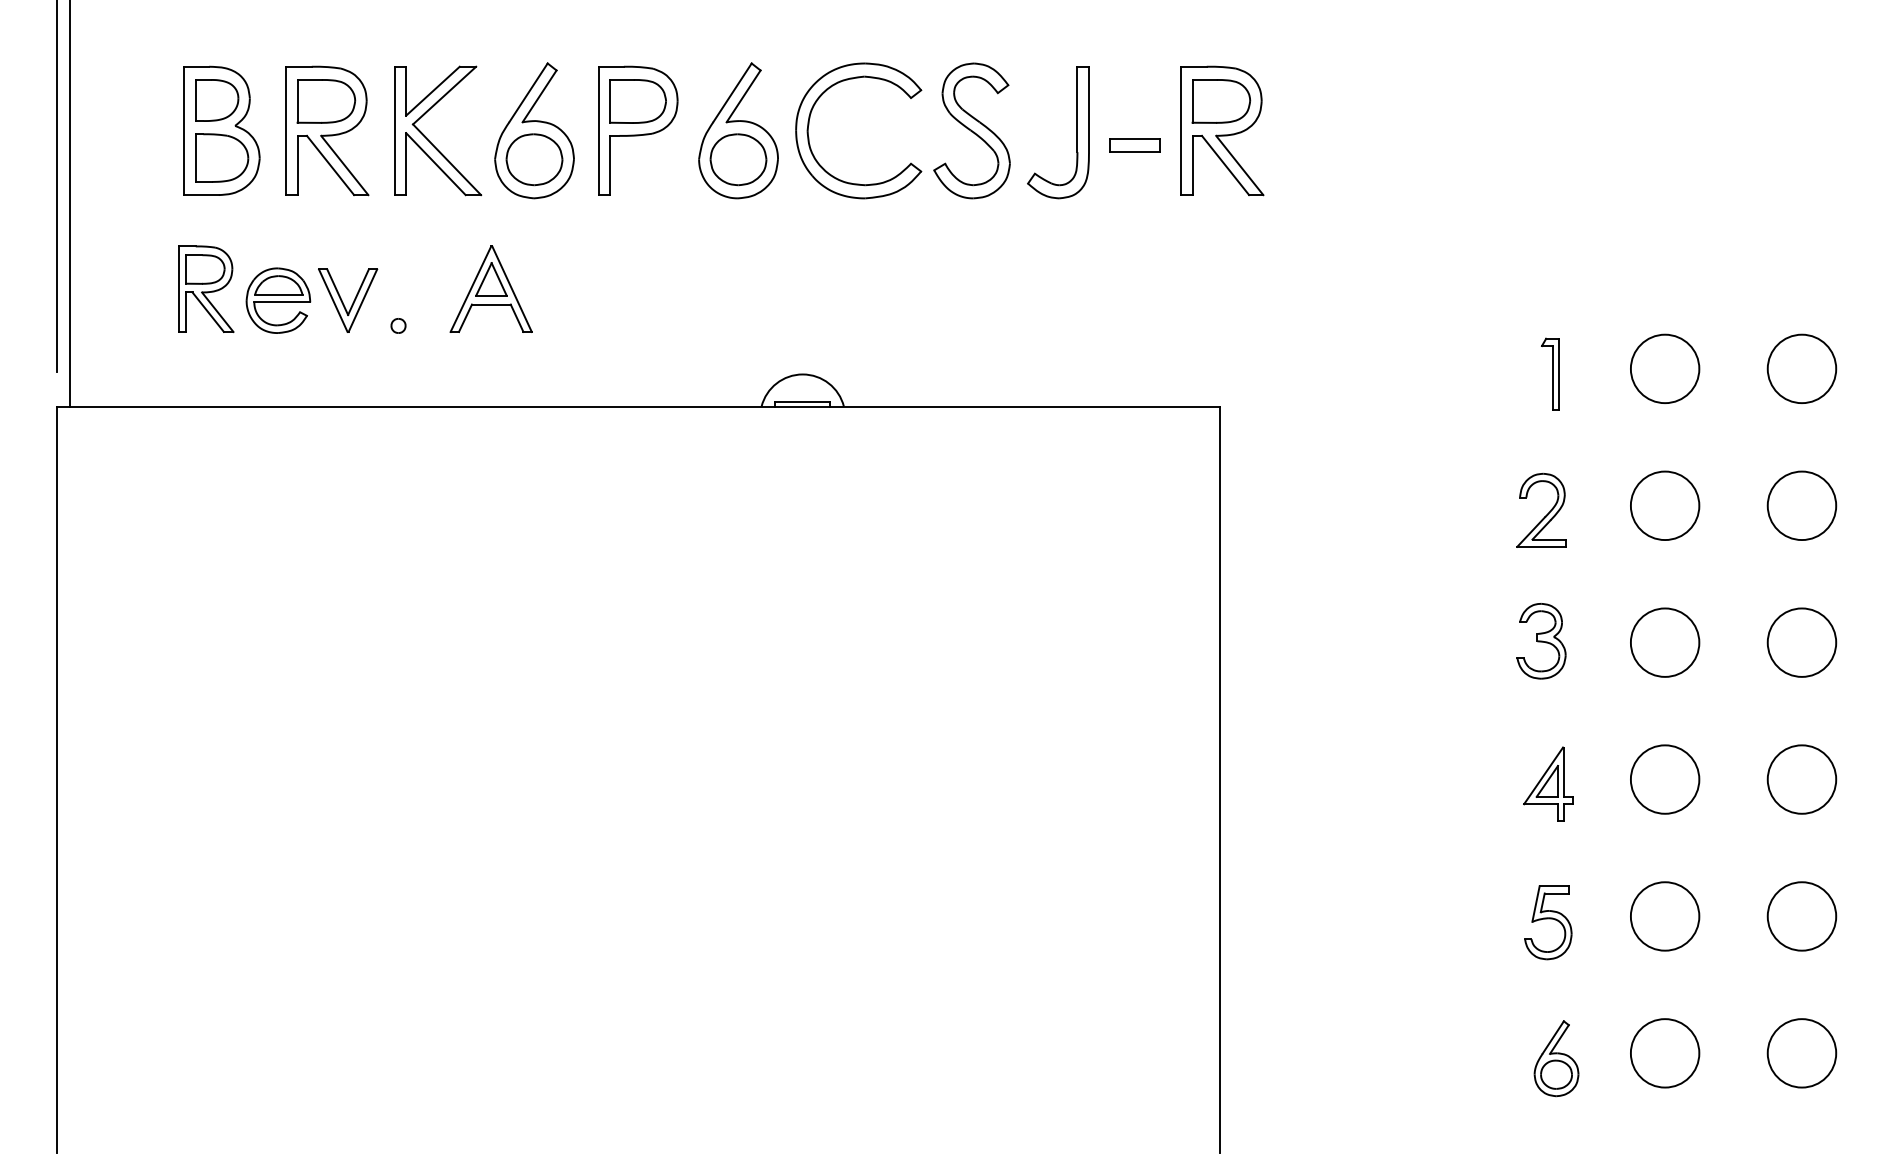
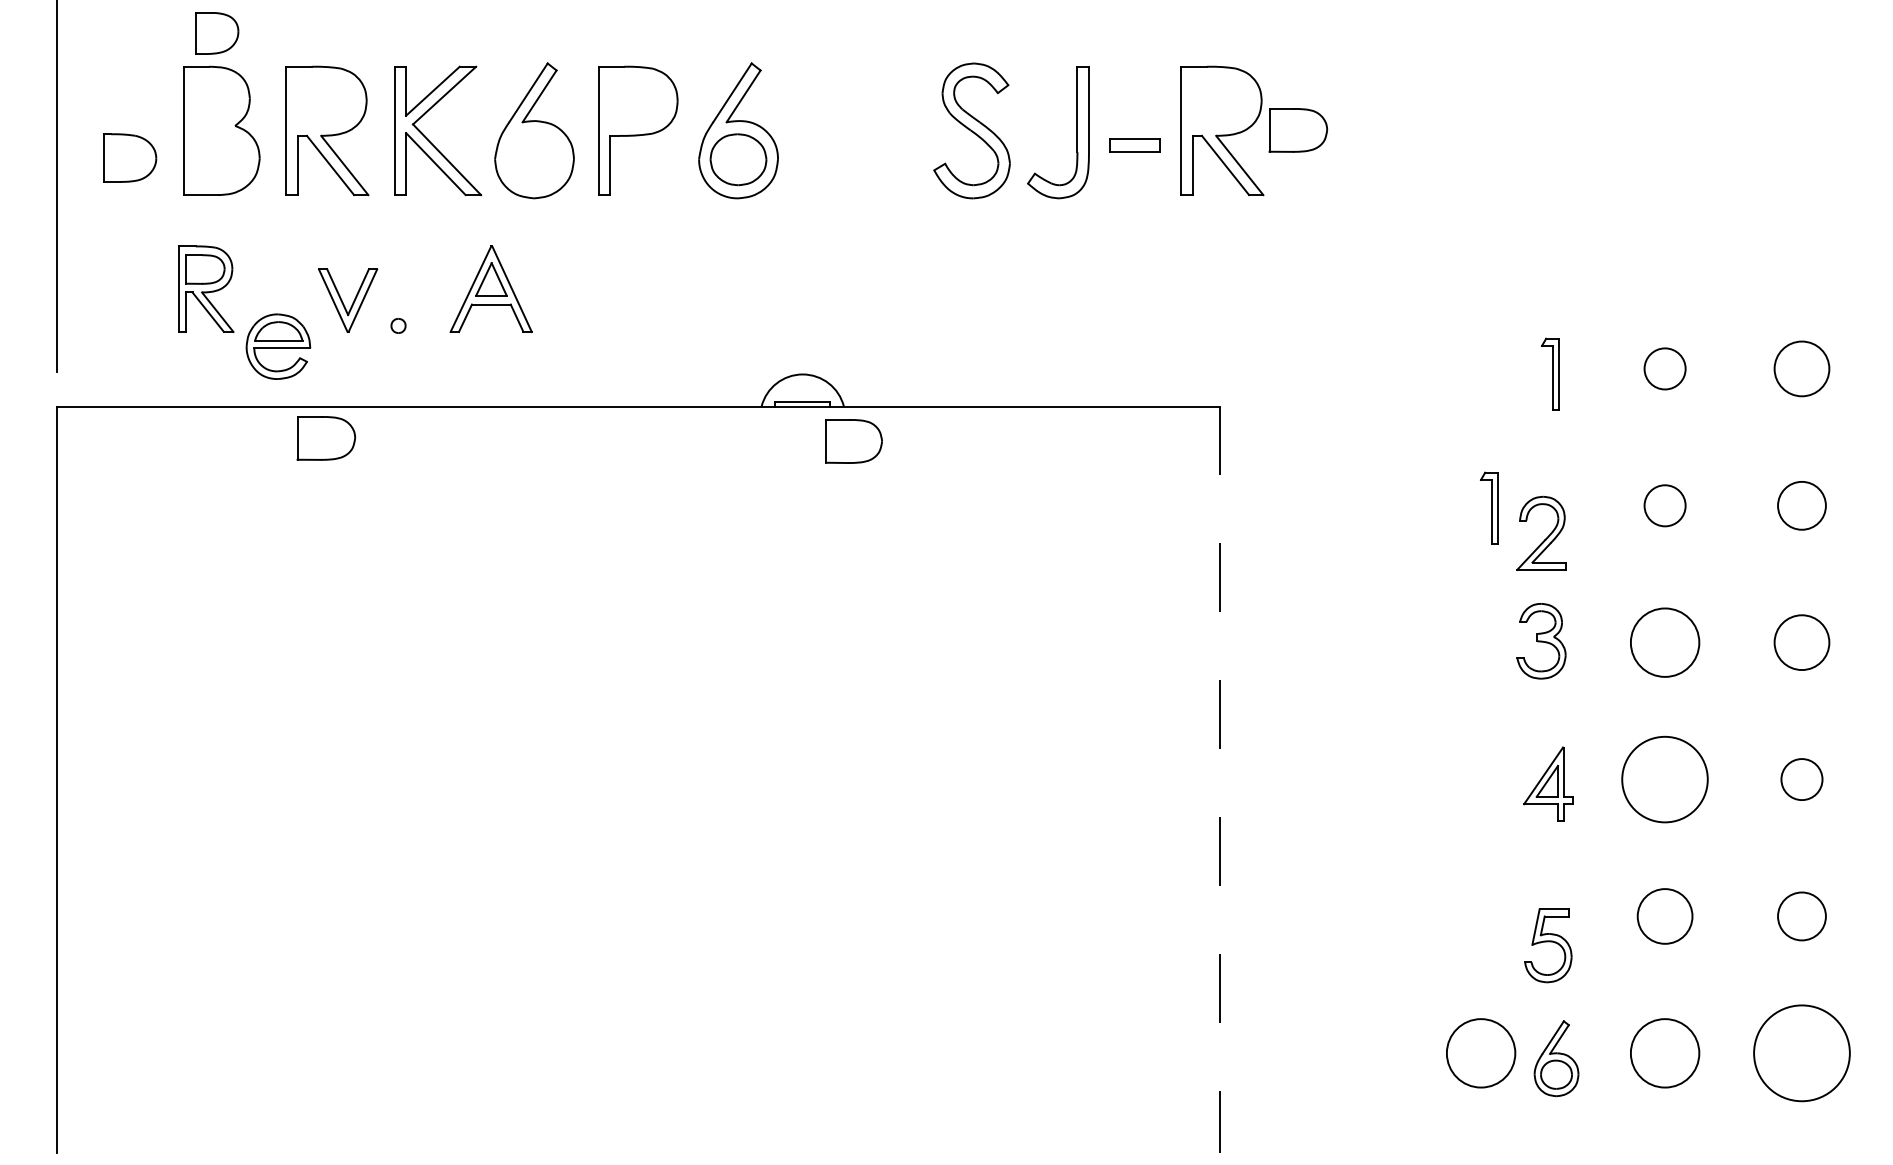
part at (217, 100) position: (217, 100) -> (217, 33)
part at (326, 101) position: (326, 101) -> (326, 438)
part at (637, 101) position: (637, 101) -> (853, 441)
part at (1221, 101) position: (1221, 101) -> (1298, 130)
part at (809, 125): present -> none
part at (222, 157) position: (222, 157) -> (130, 157)
part at (534, 159): present -> none
line at (70, 204): present -> none
part at (278, 300) position: (278, 300) -> (278, 346)
circle at (1664, 368) diameter: 68 px -> 41 px
circle at (1801, 368) diameter: 68 px -> 55 px
circle at (1664, 505) diameter: 68 px -> 41 px
circle at (1801, 505) diameter: 68 px -> 48 px
part at (1489, 507): none -> present
part at (1546, 514) position: (1546, 514) -> (1546, 537)
circle at (1801, 642) size: 72x71 px -> 58x57 px
line at (1220, 779): solid -> dashed
circle at (1665, 779) size: 71x71 px -> 88x89 px
circle at (1801, 779) diameter: 68 px -> 41 px
circle at (1664, 916) diameter: 68 px -> 55 px
circle at (1801, 916) diameter: 68 px -> 48 px
part at (1548, 922) position: (1548, 922) -> (1548, 945)
circle at (1481, 1053): none -> present
circle at (1801, 1053) diameter: 68 px -> 96 px
